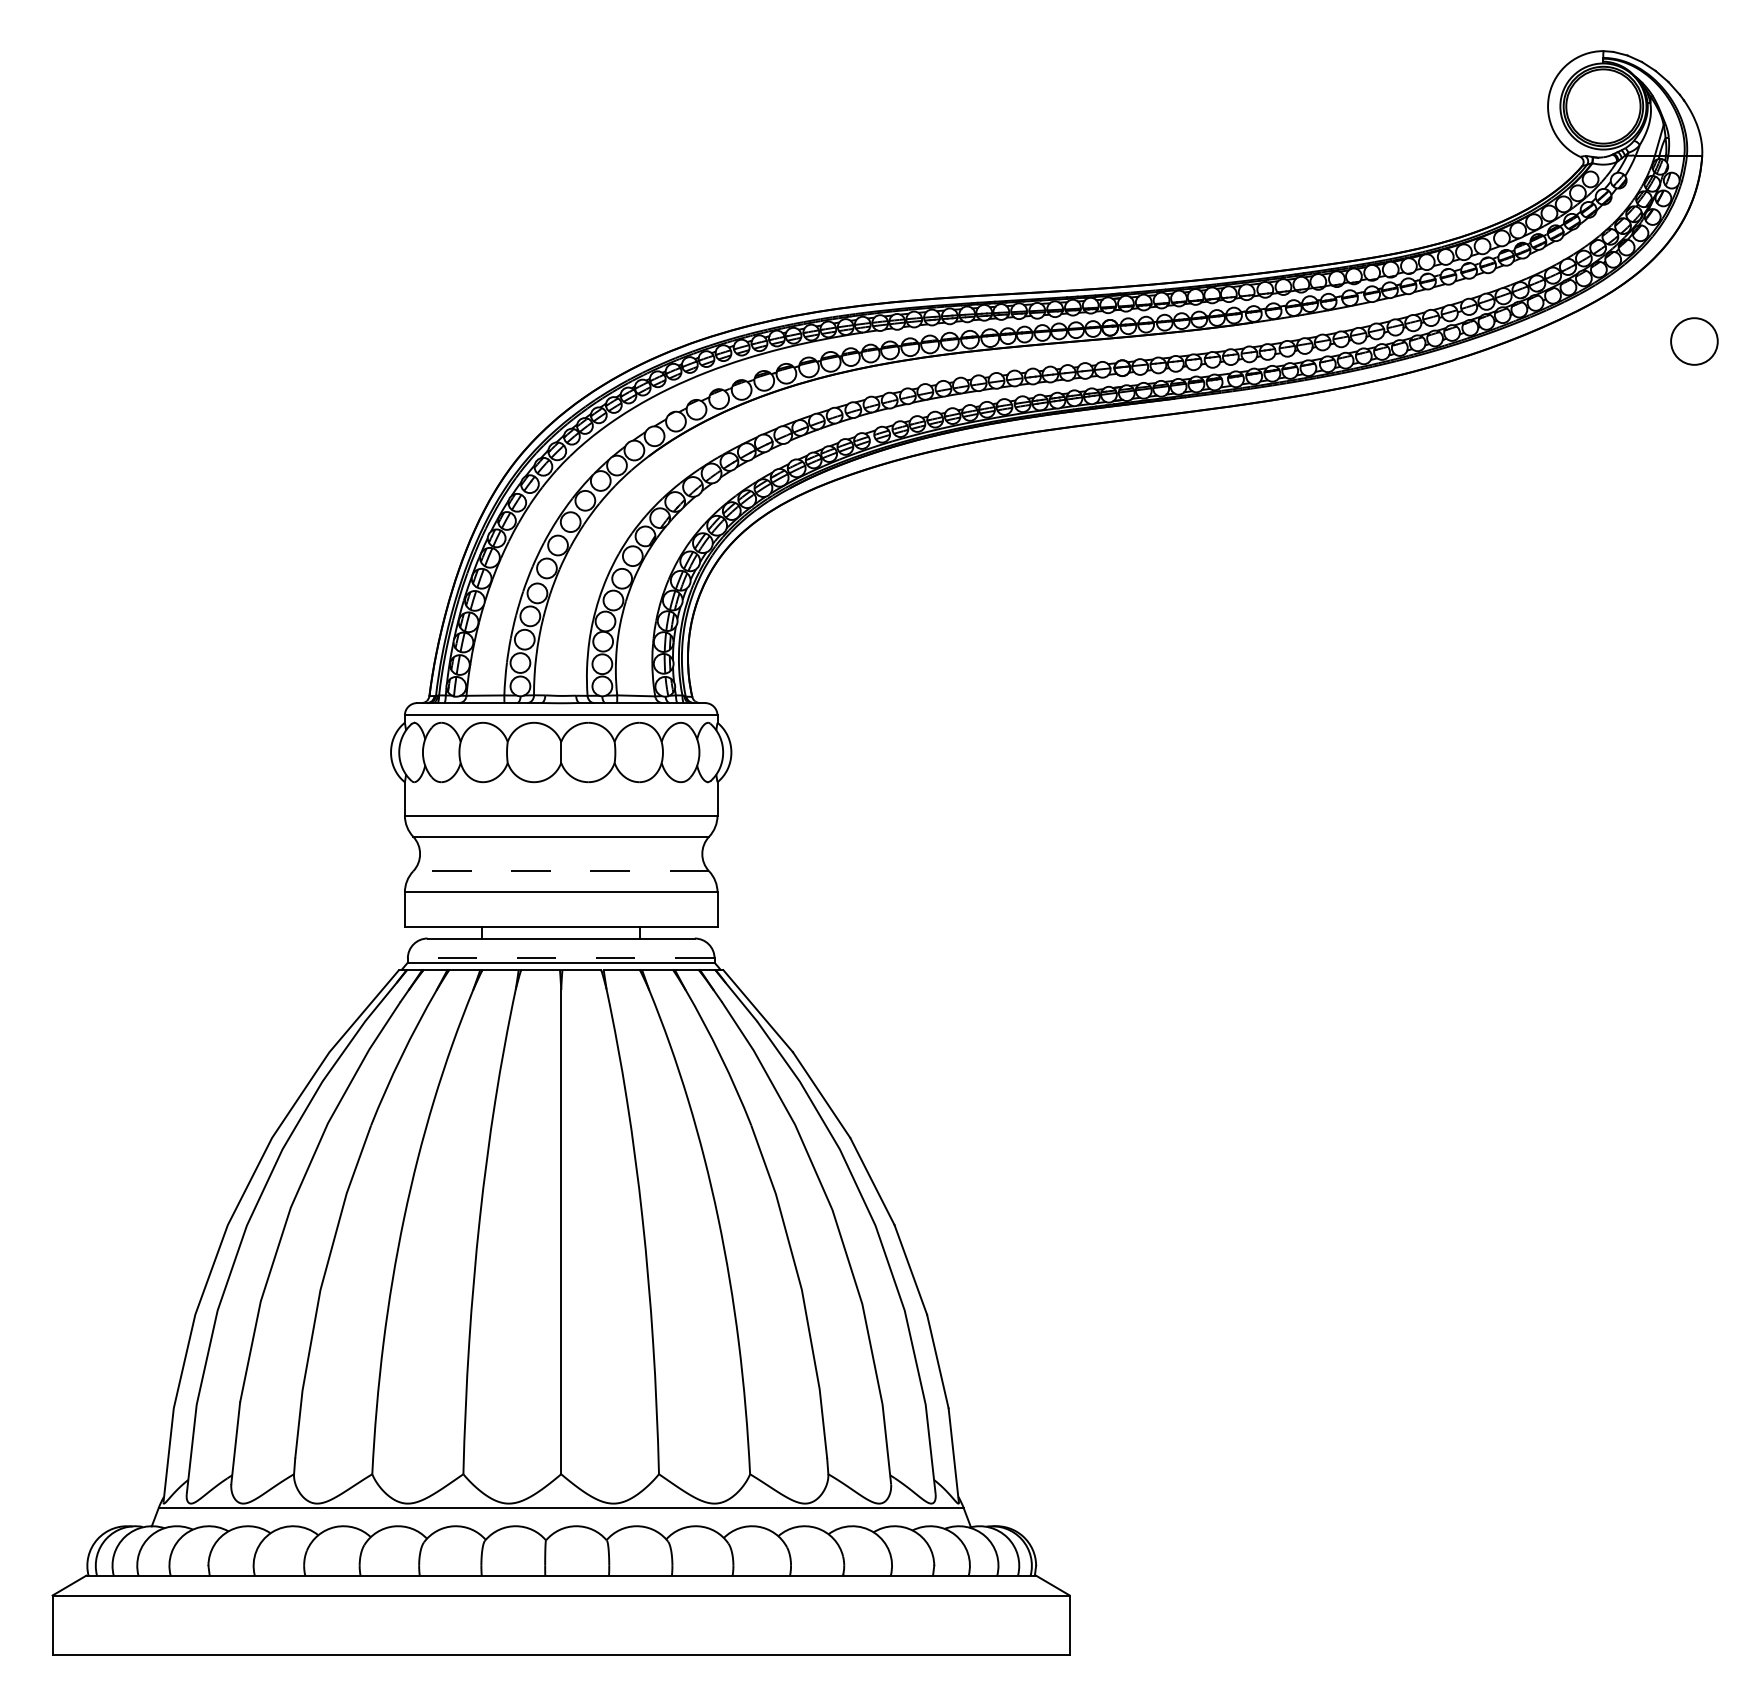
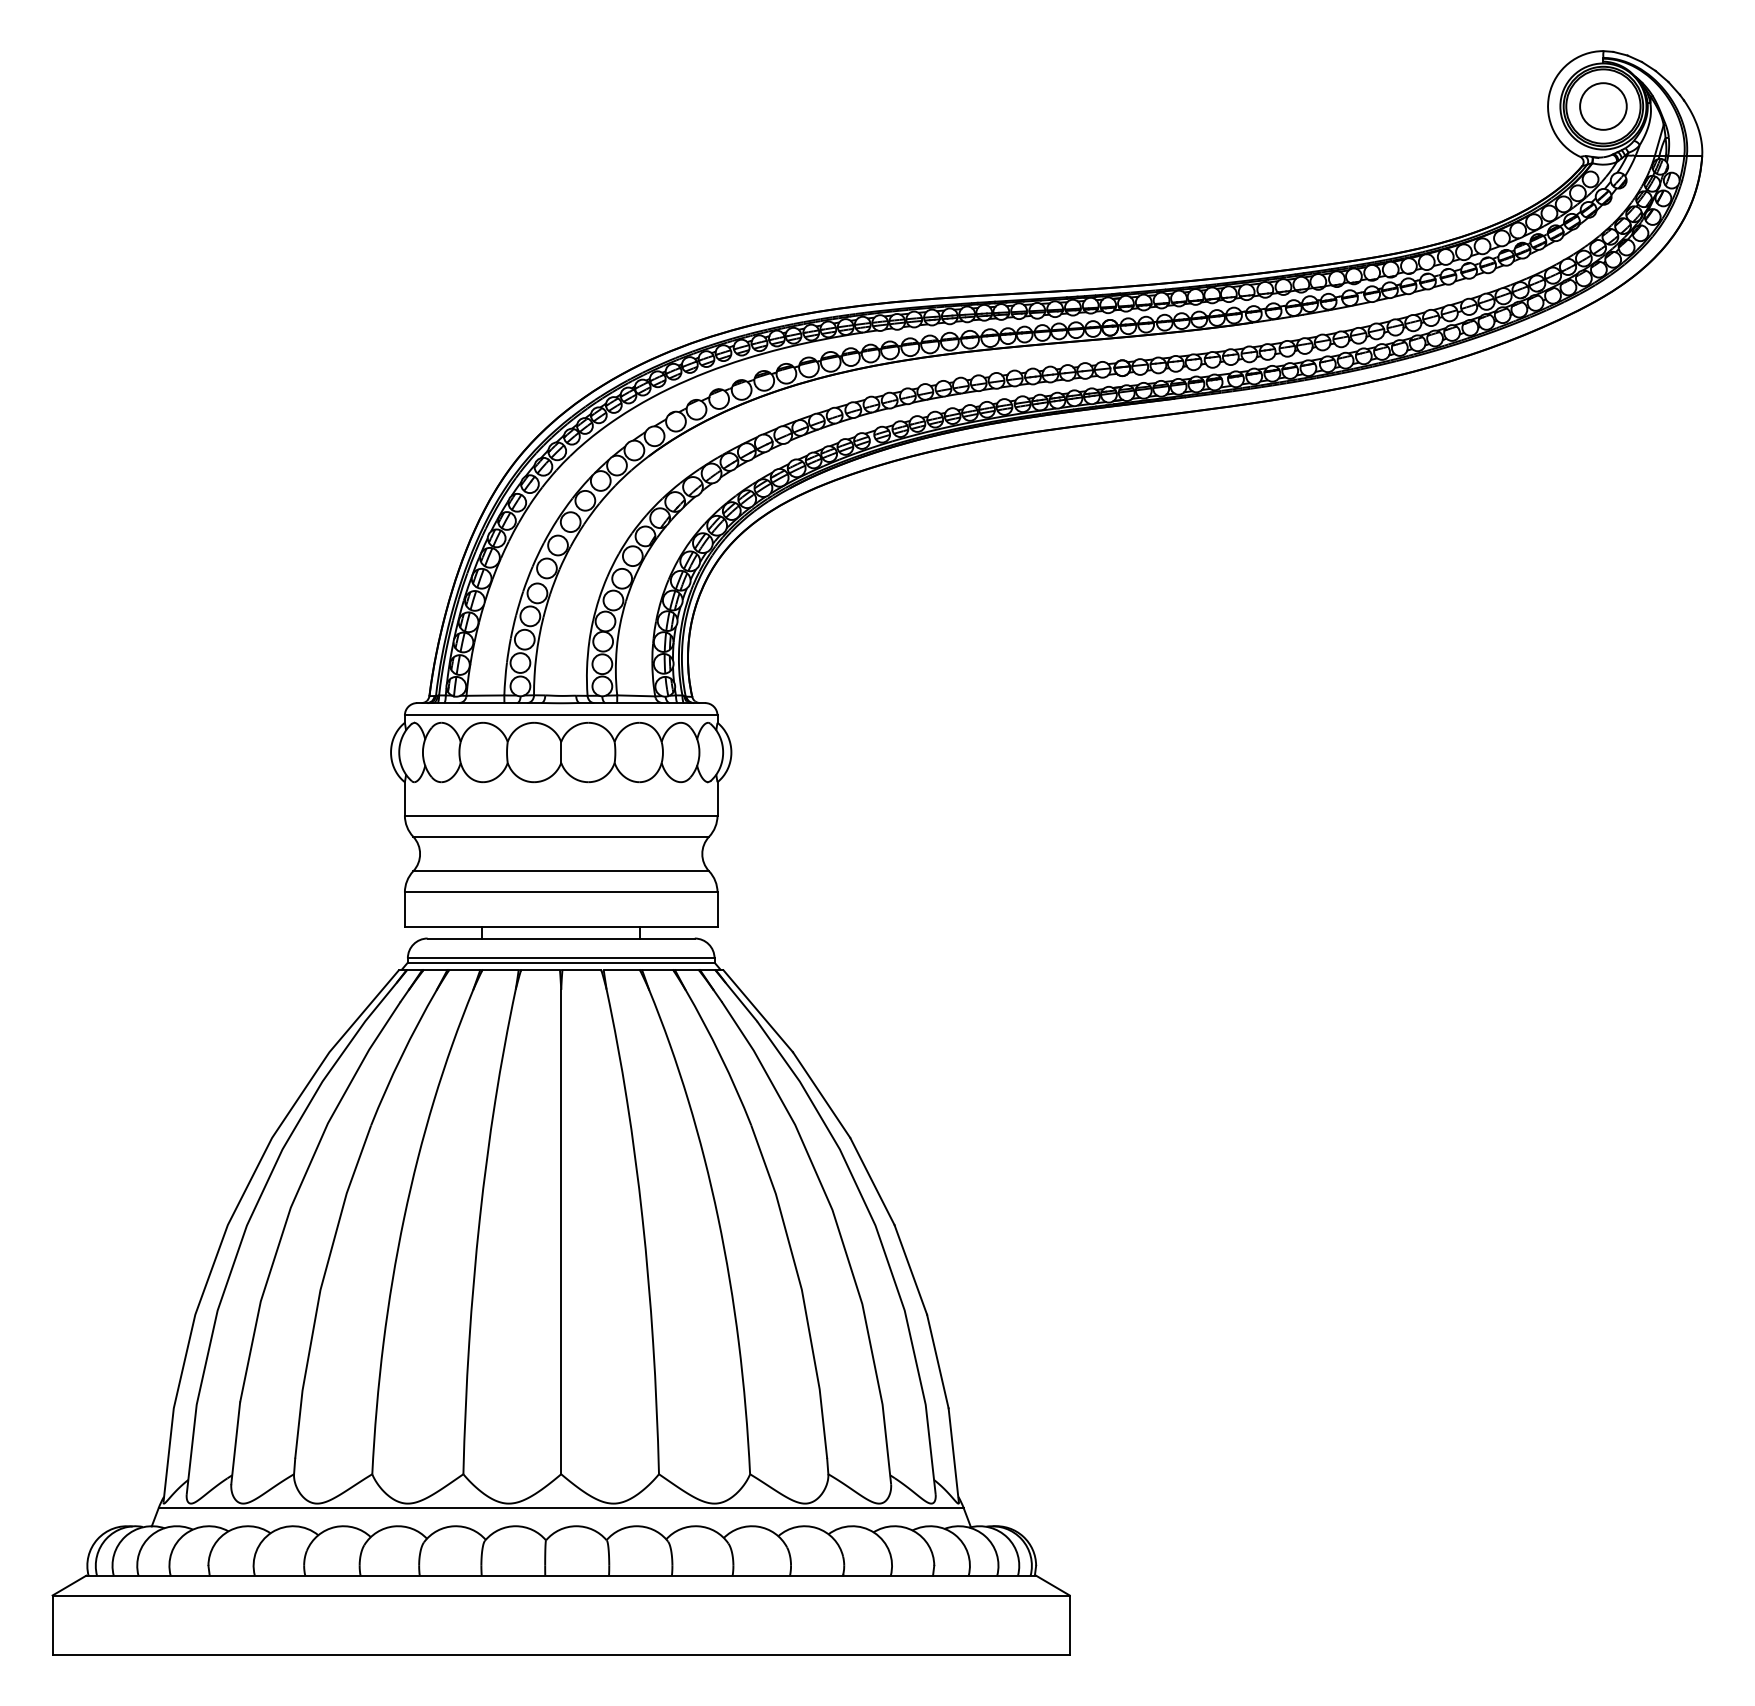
circle at (1694, 341) position: (1694, 341) -> (1603, 106)
line at (561, 871): dashed -> solid
line at (560, 958): dashed -> solid
